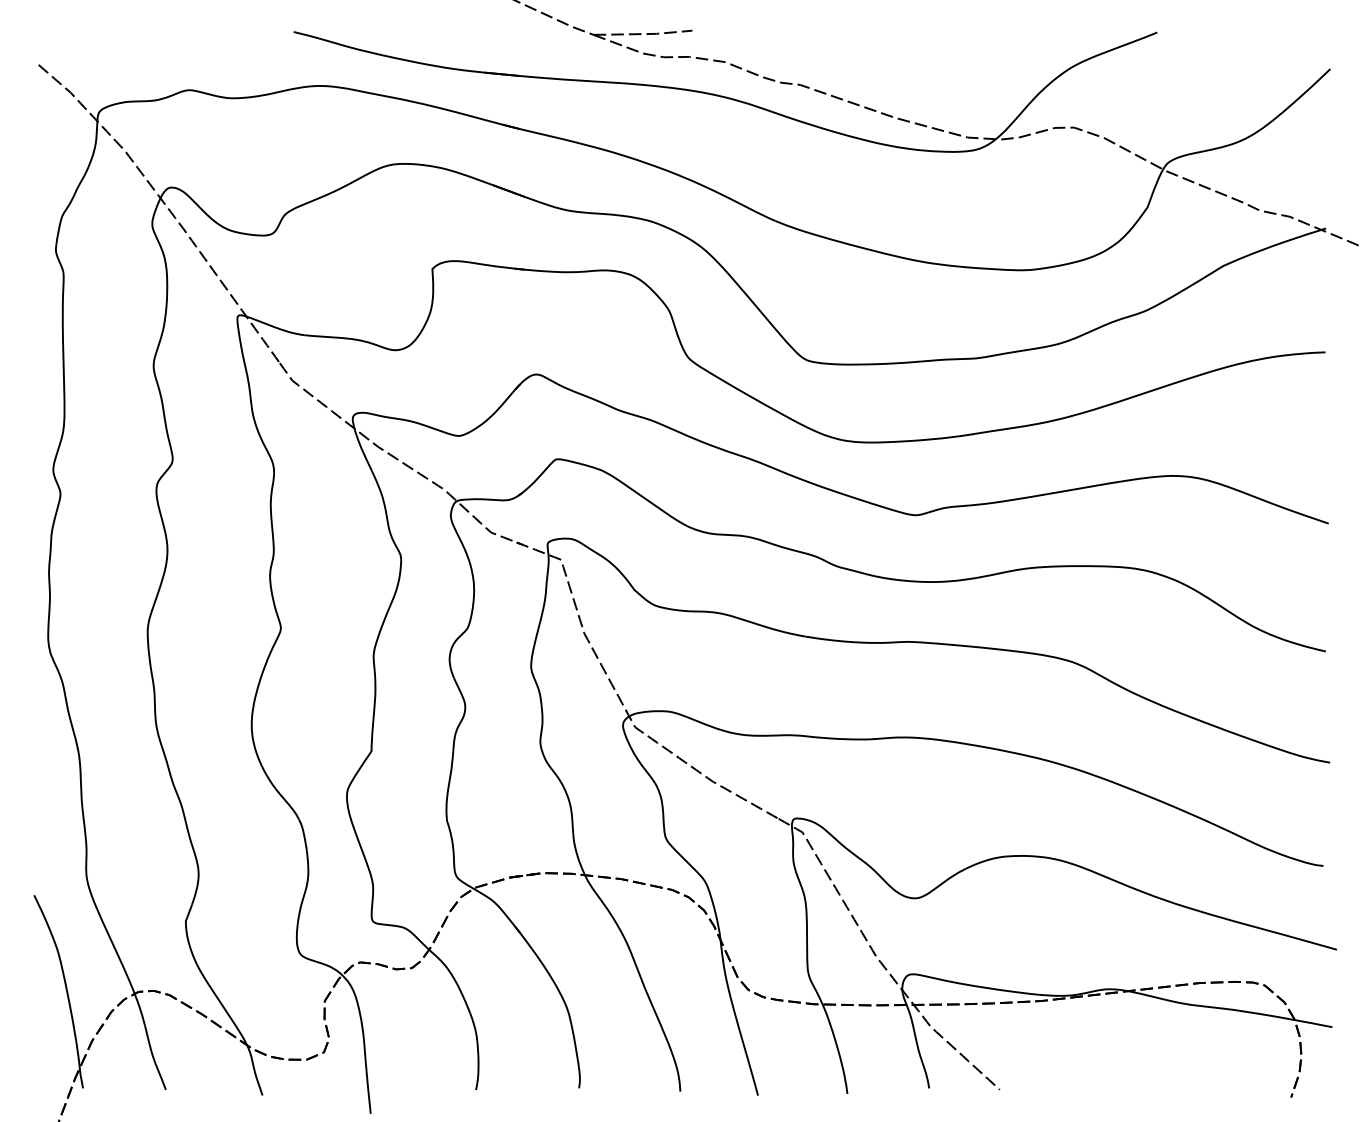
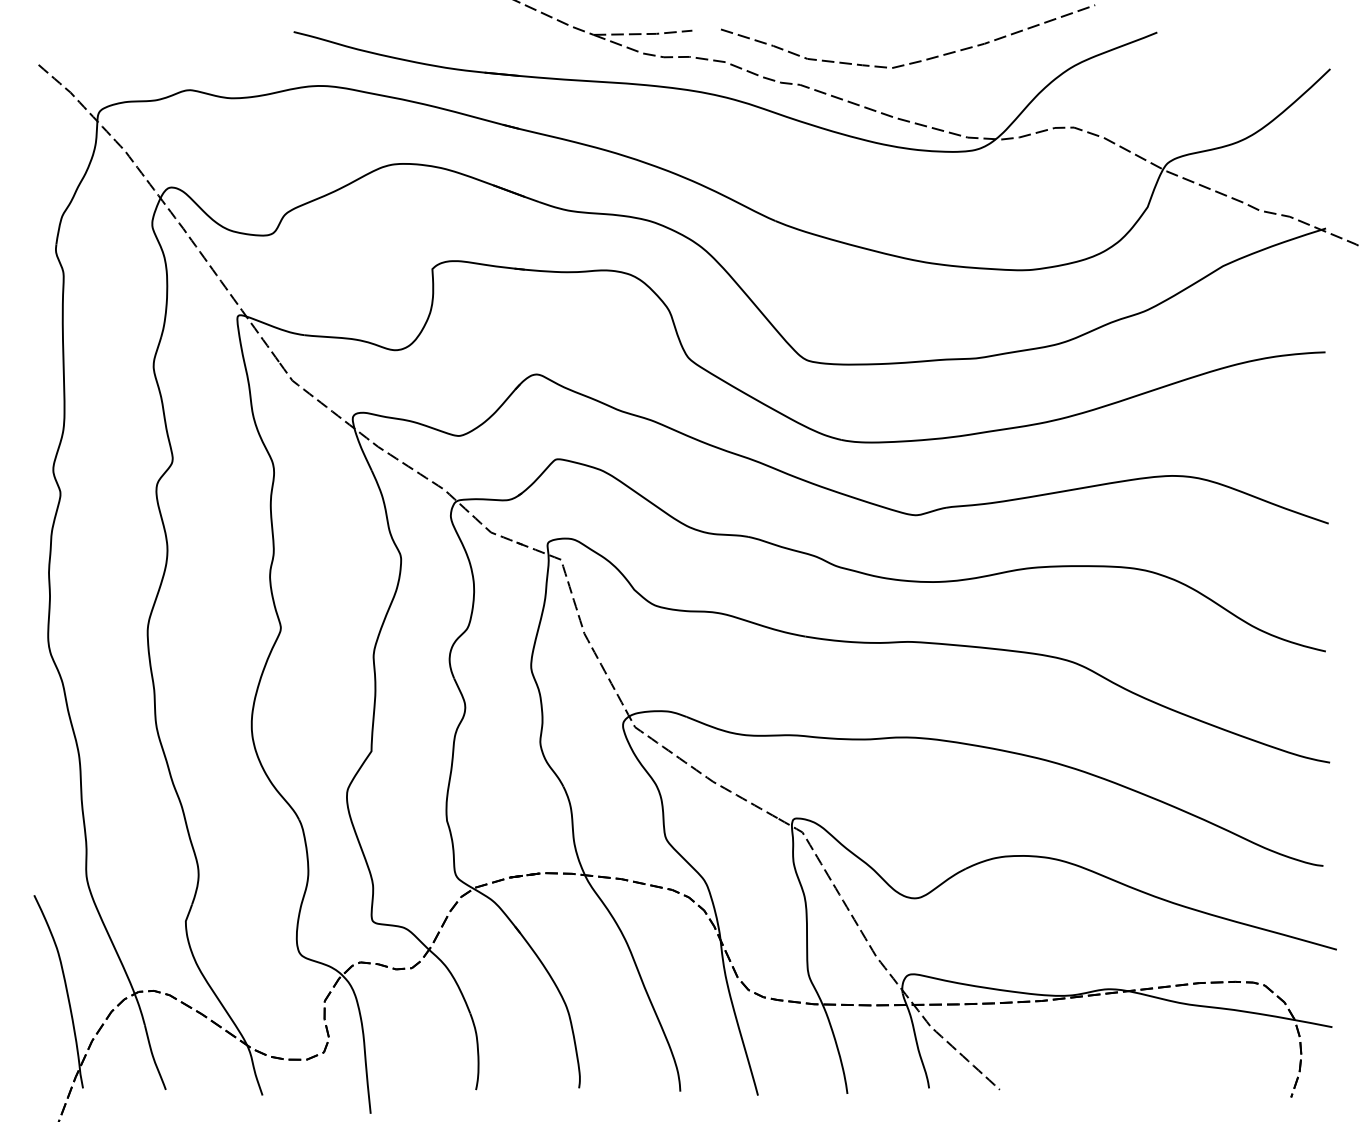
curve at (914, 61): none -> present
